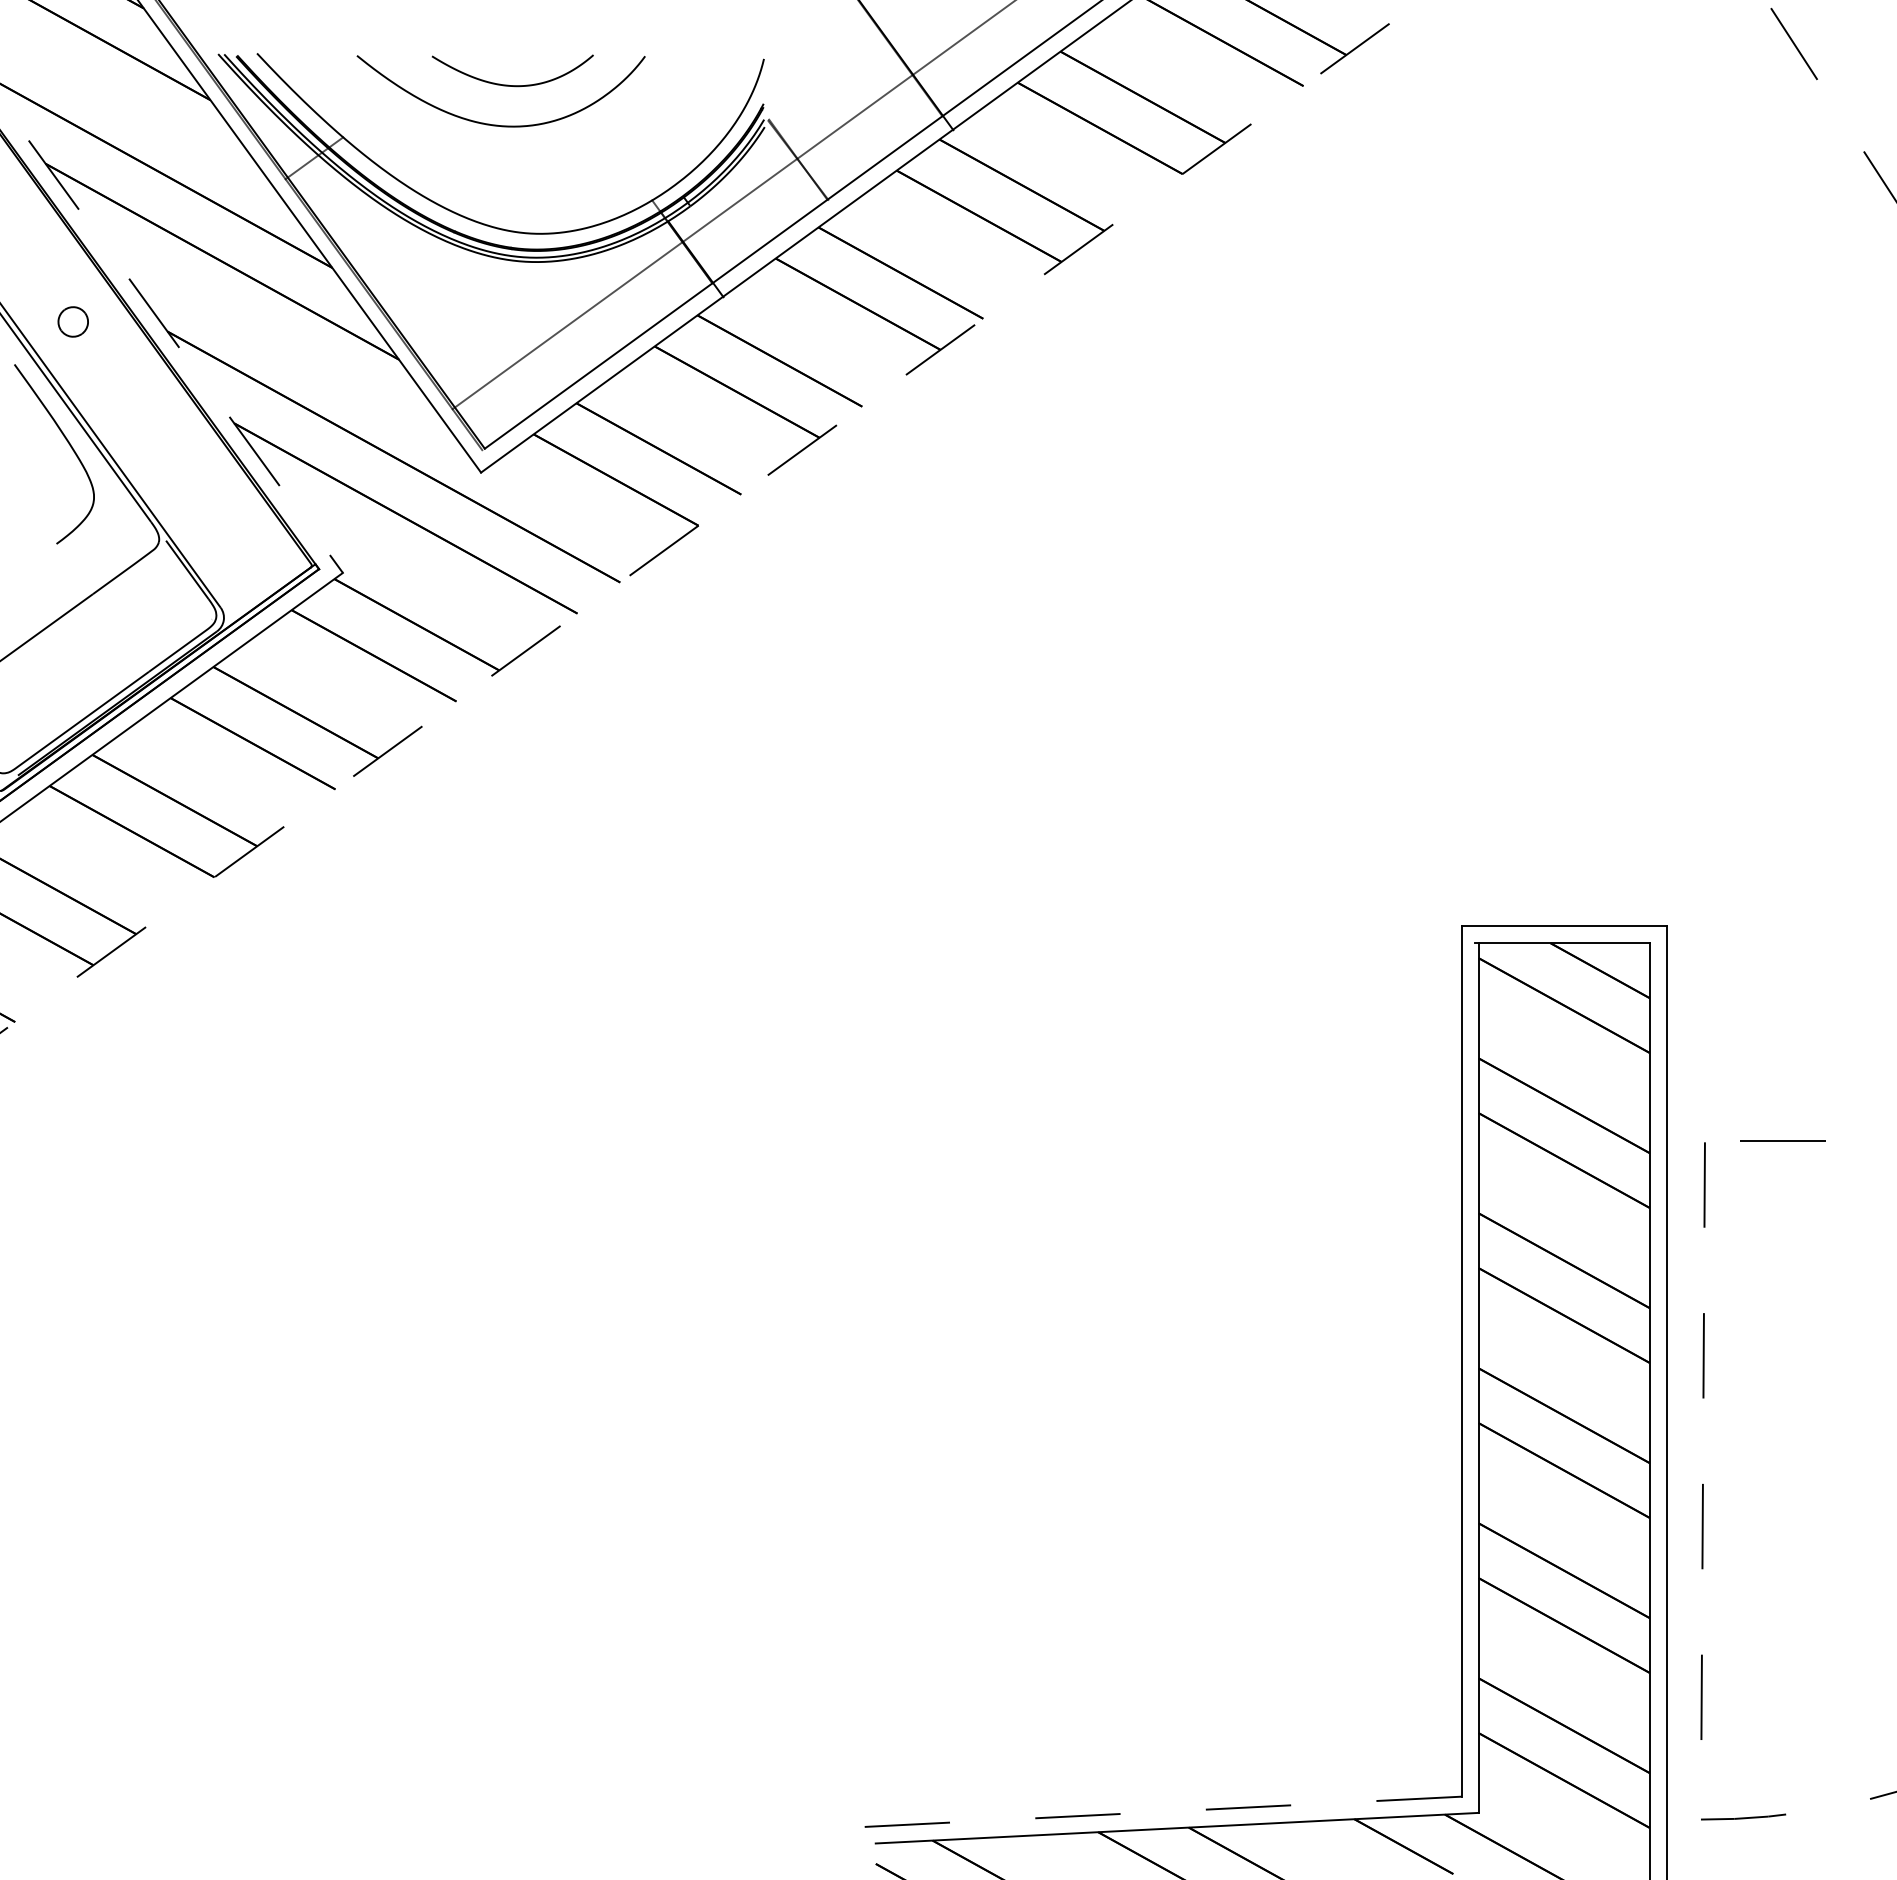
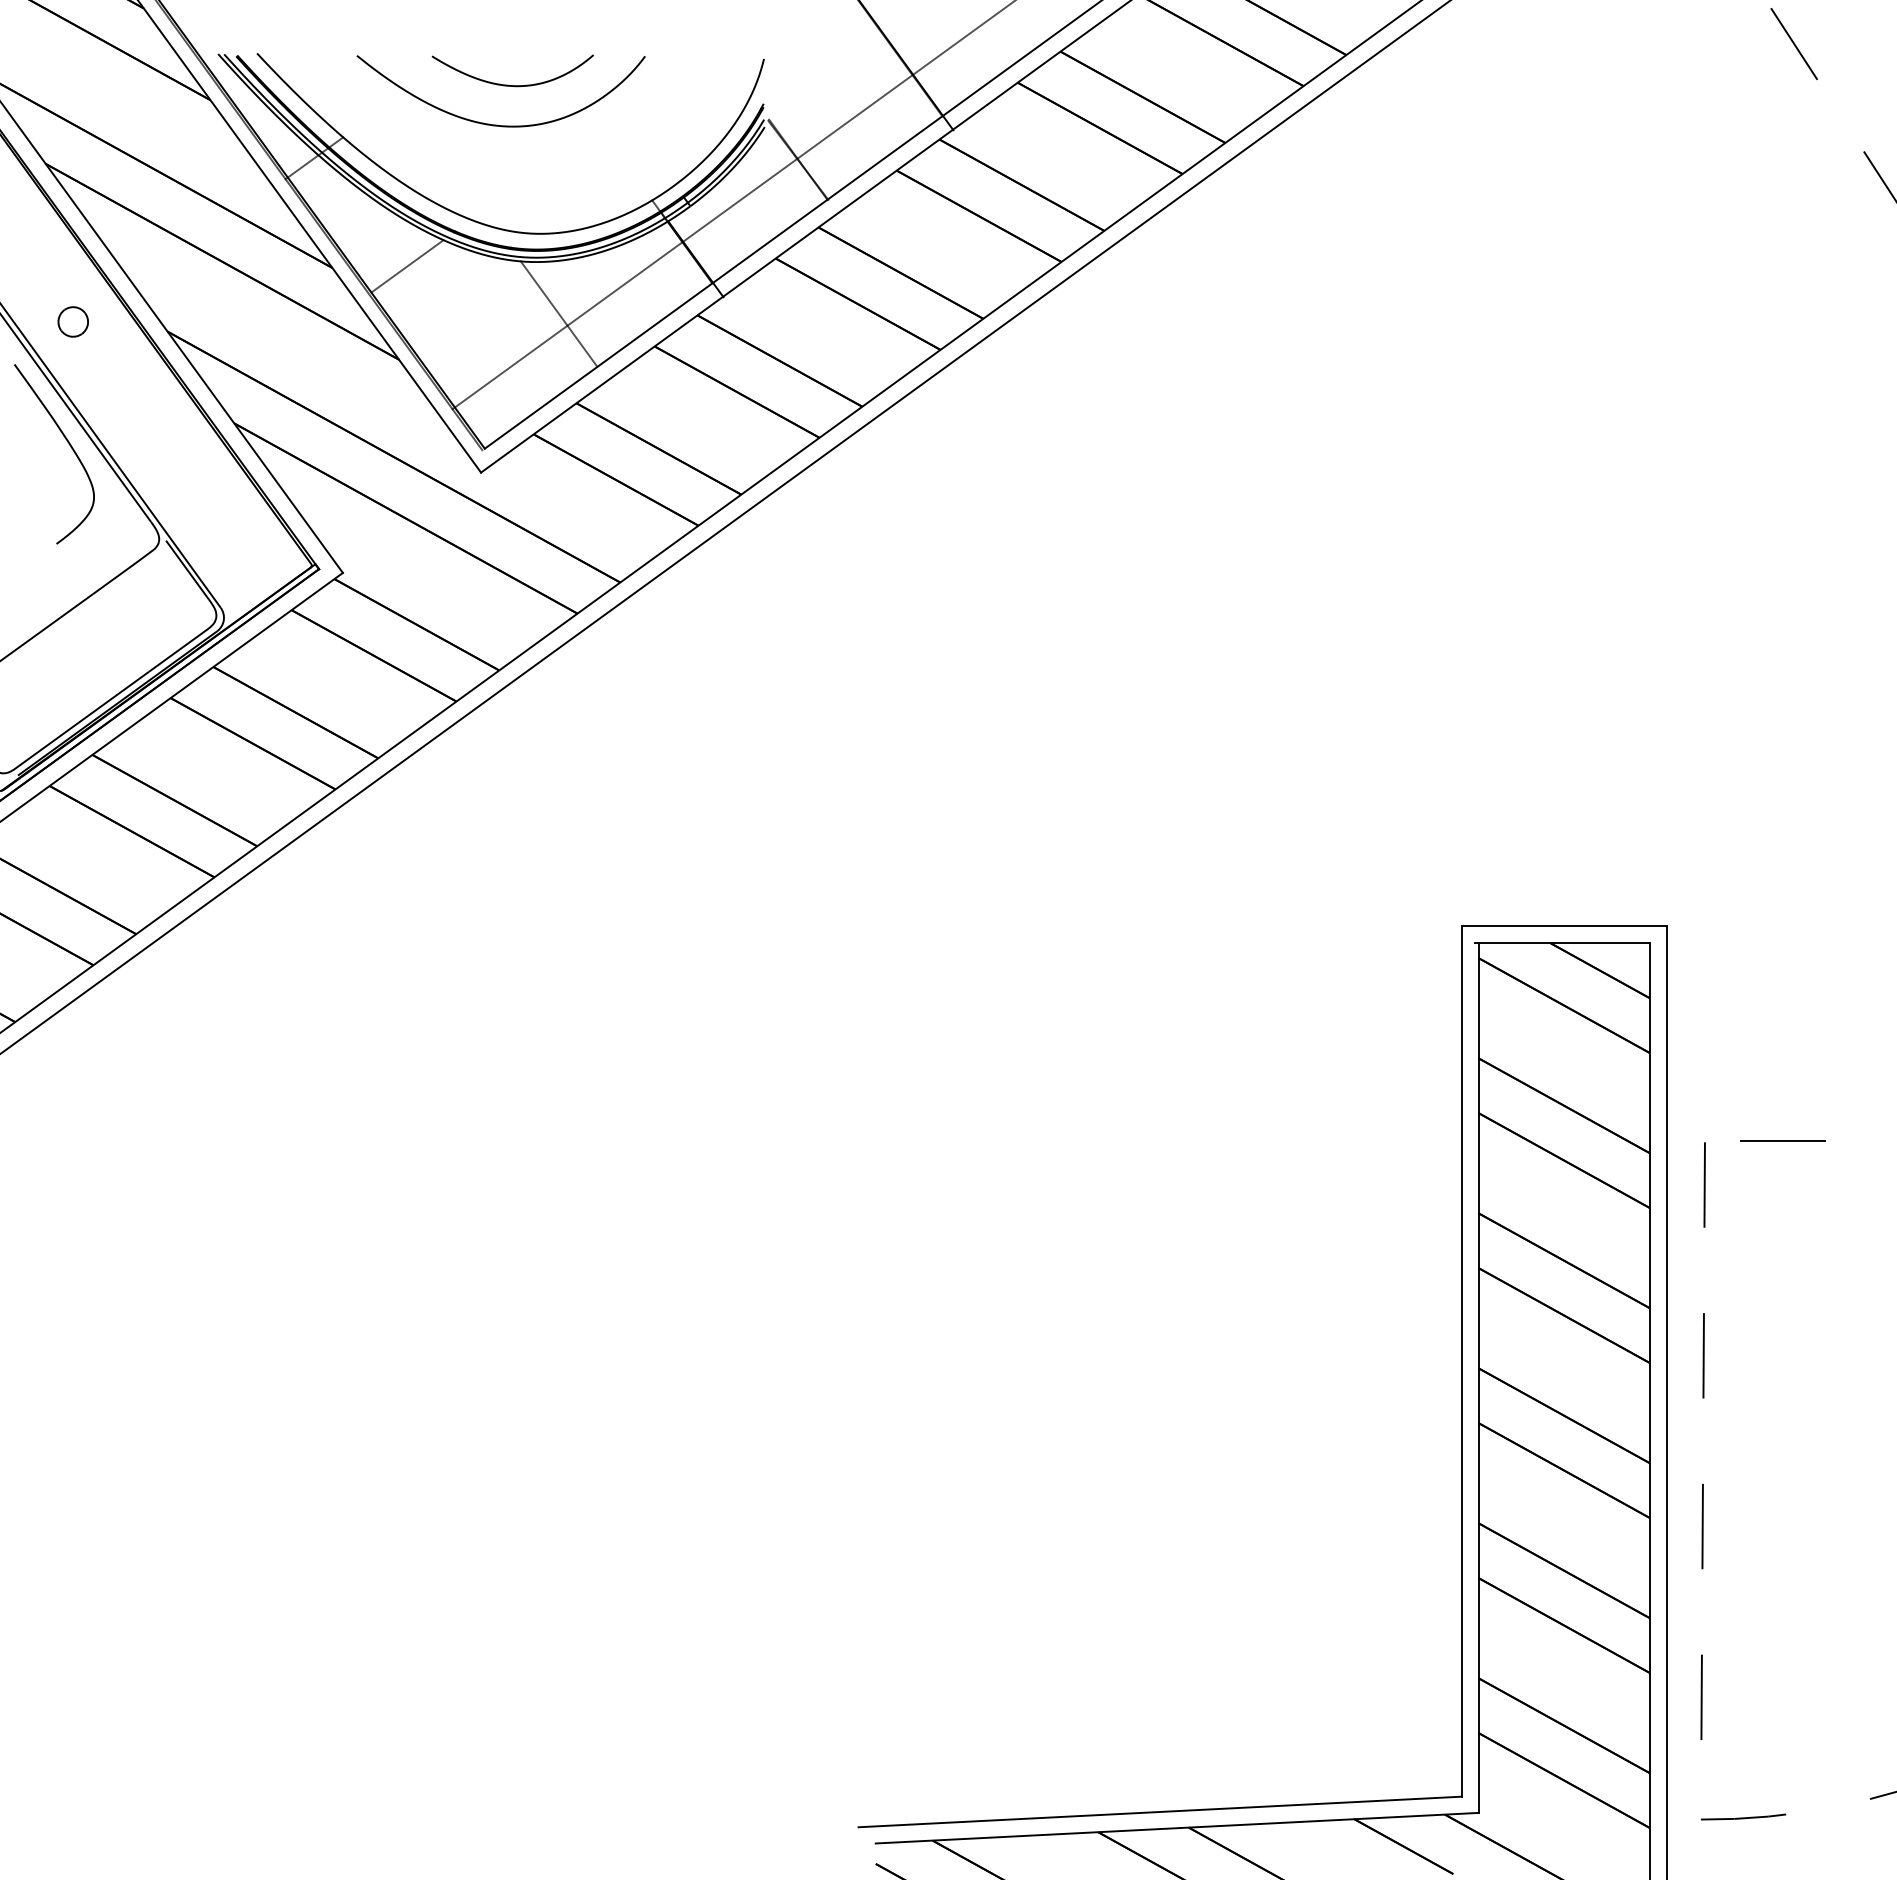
line at (407, 266): none -> present
line at (558, 313): none -> present
line at (171, 337): dashed -> solid
line at (711, 516): dashed -> solid
line at (725, 527): none -> present
line at (1160, 1811): dashed -> solid
